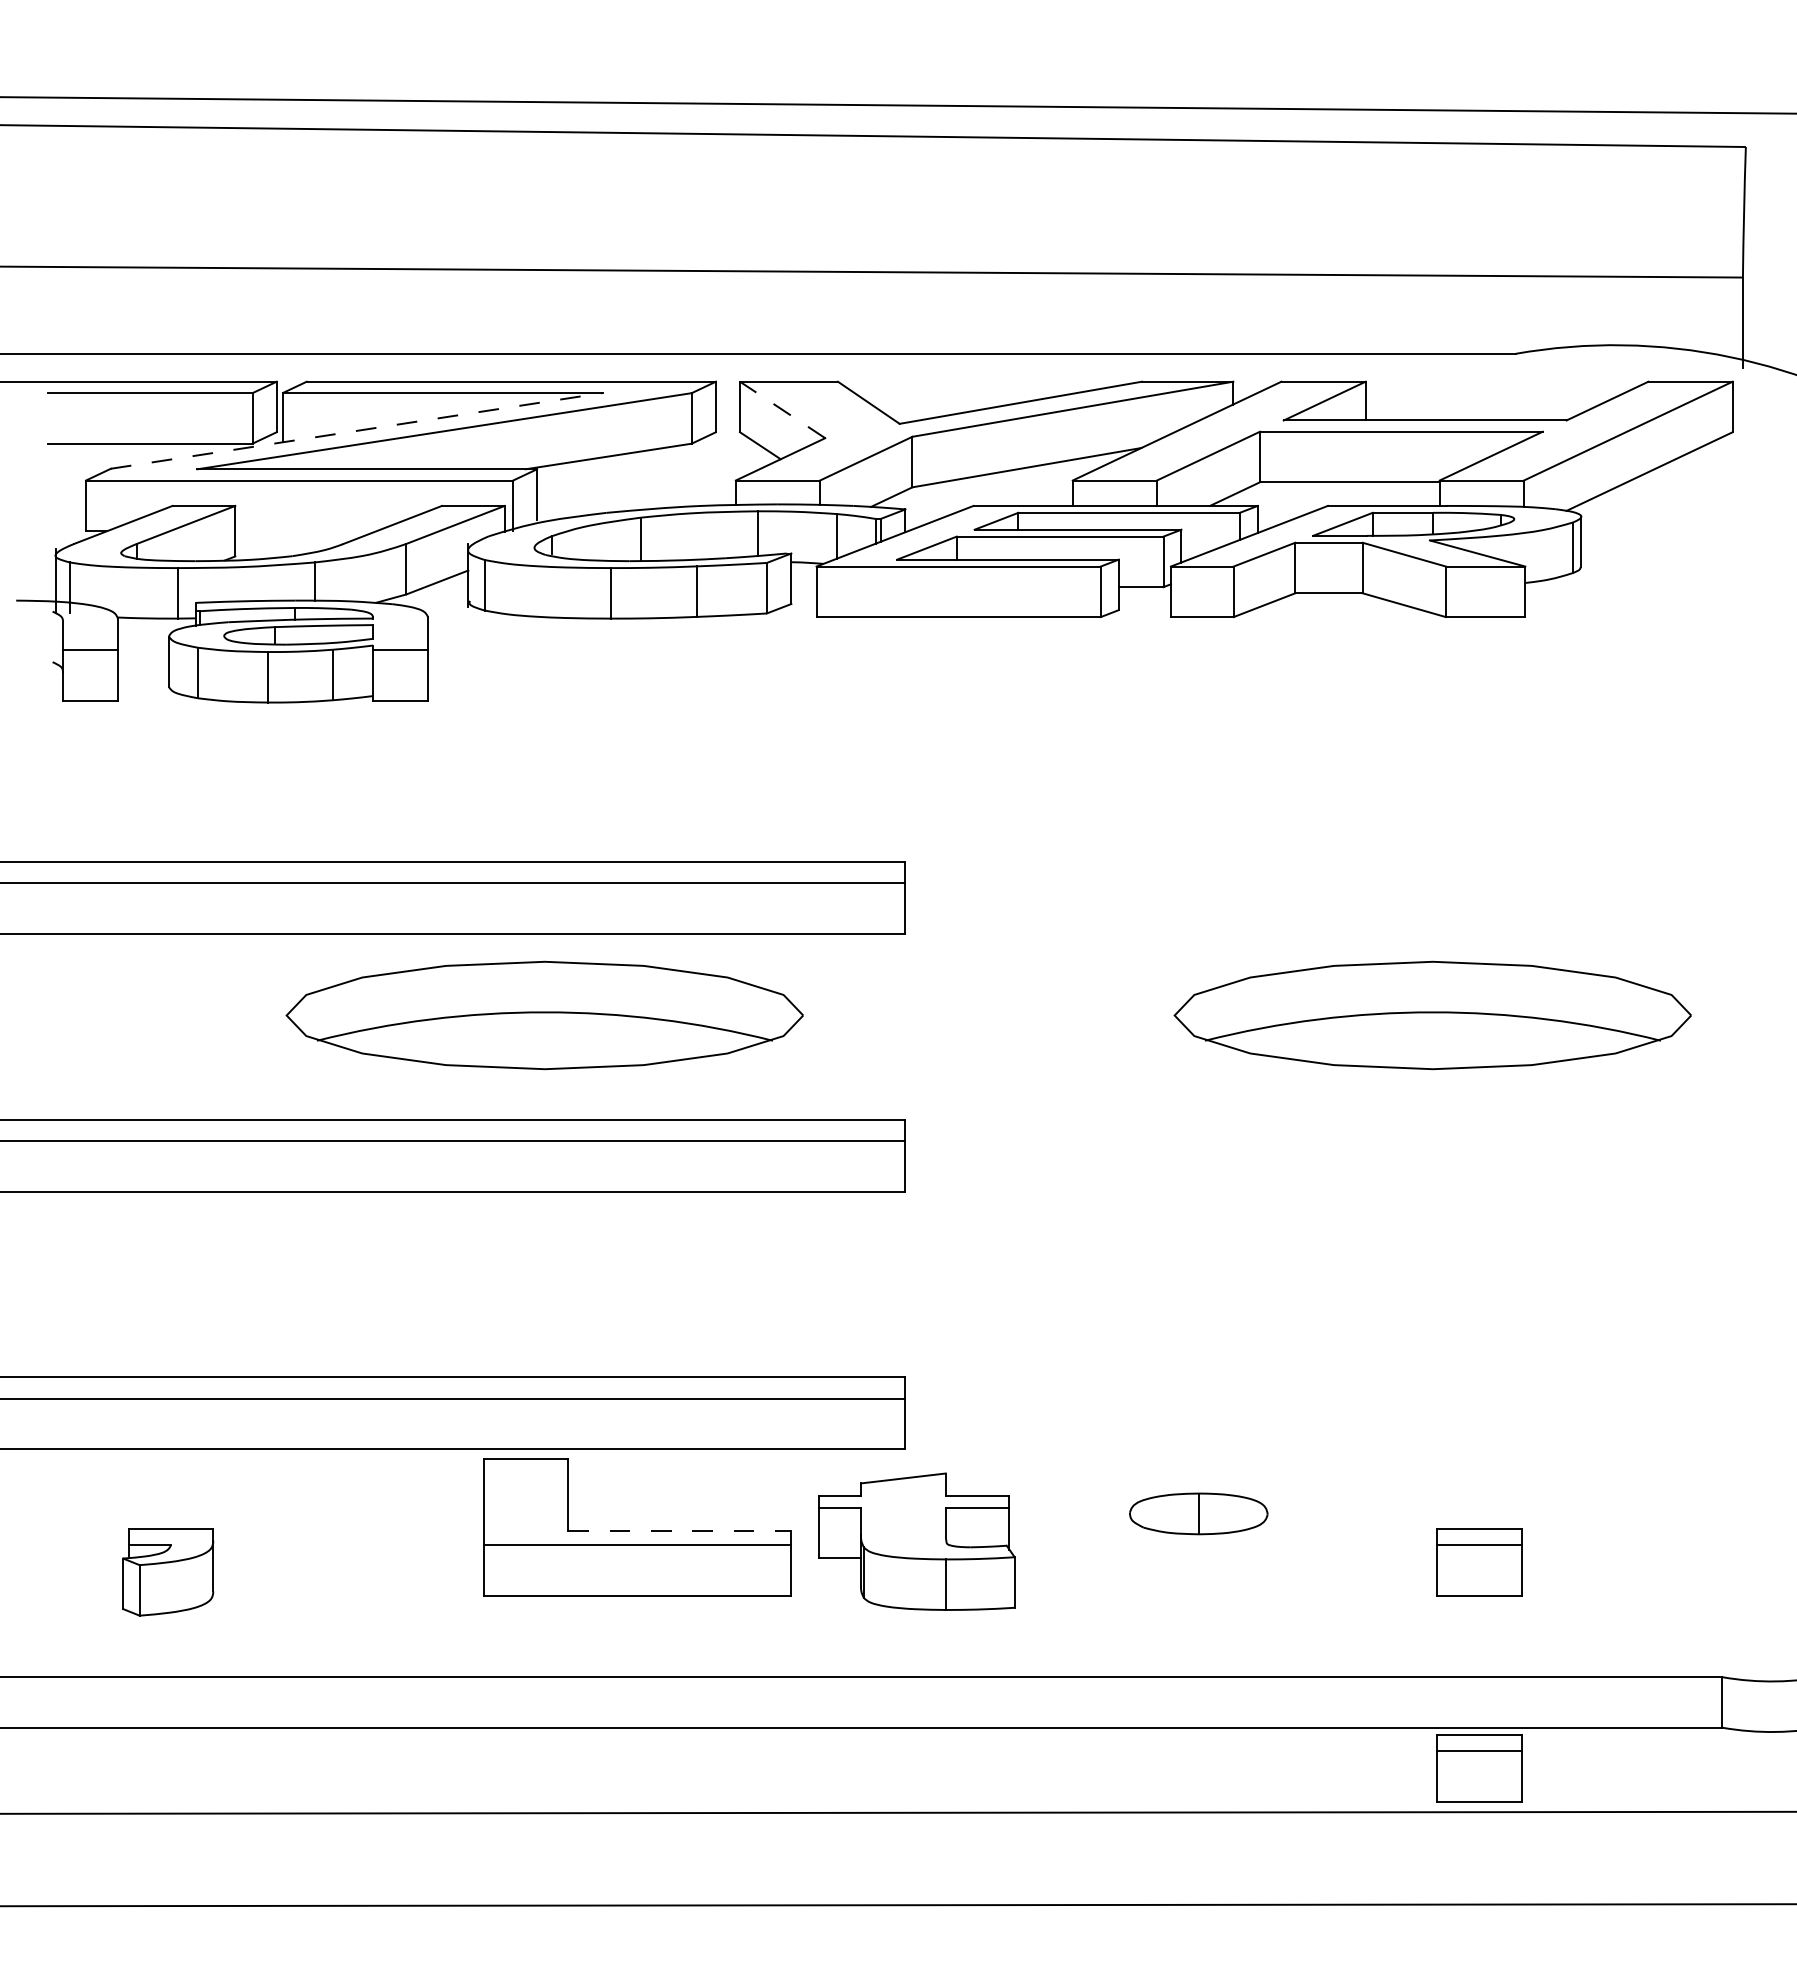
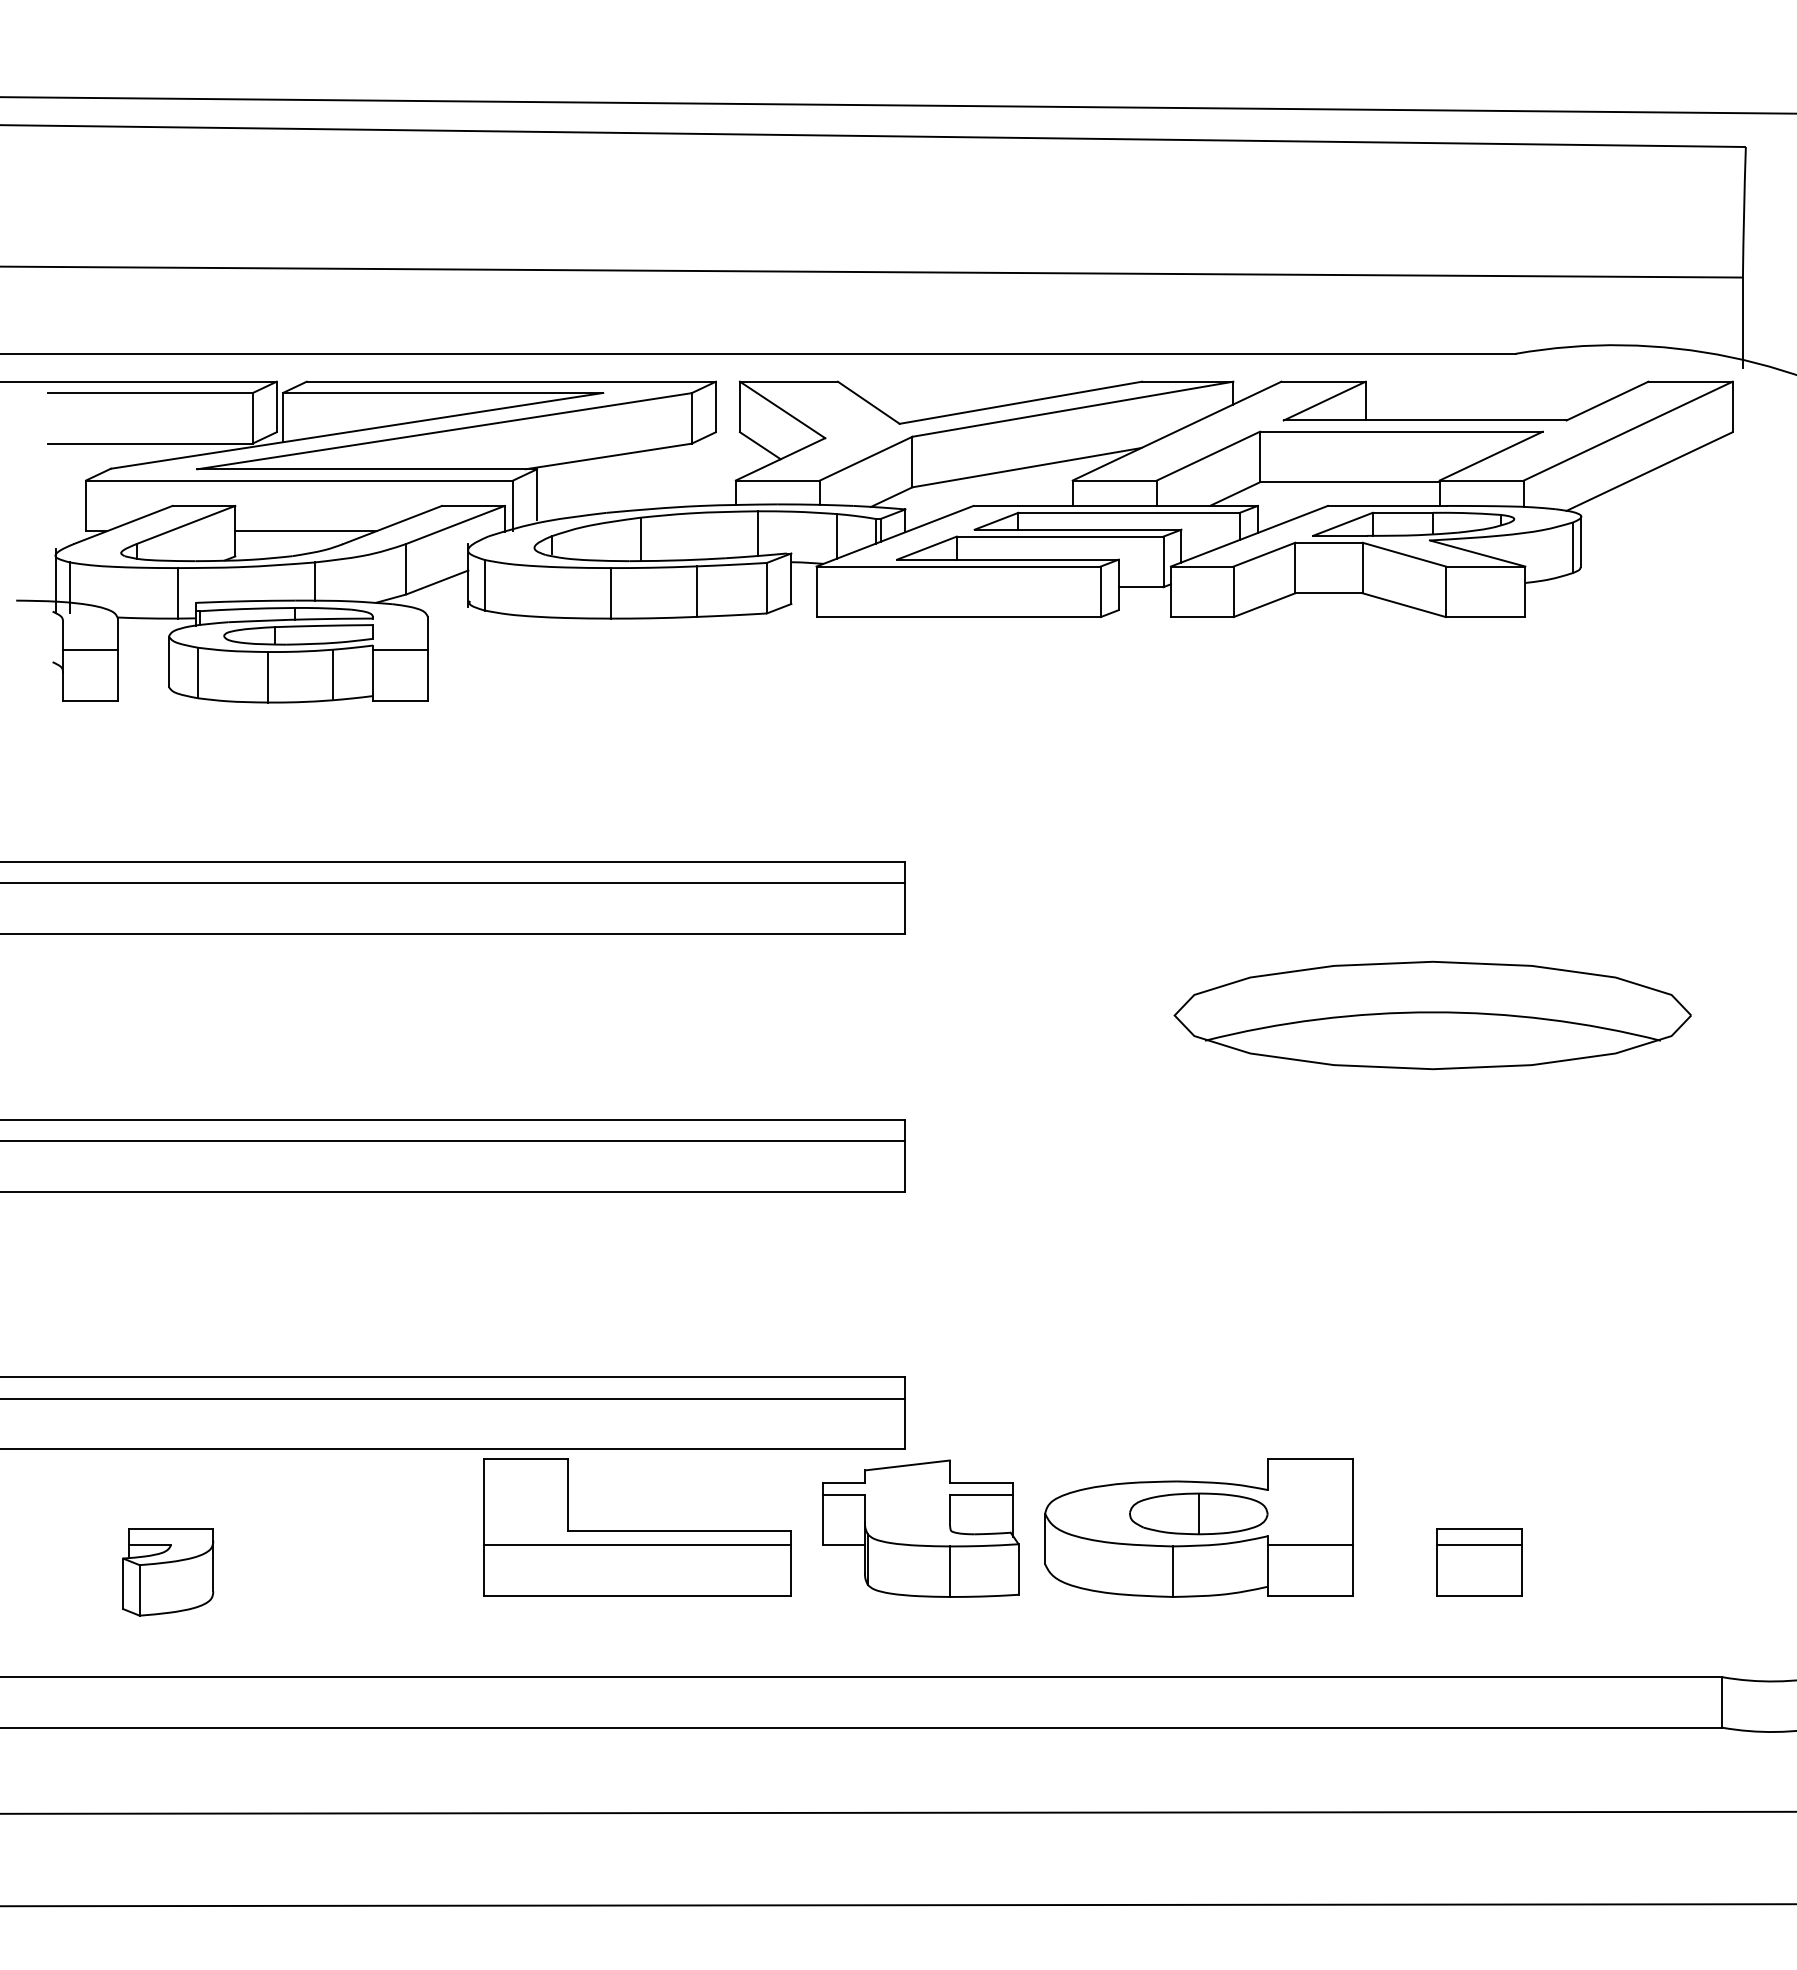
line at (782, 409): dashed -> solid
line at (357, 430): dashed -> solid
line at (305, 531): none -> present
part at (544, 1015): present -> none
part at (1198, 1527): none -> present
line at (680, 1531): dashed -> solid
part at (916, 1541) position: (916, 1541) -> (920, 1528)
part at (1479, 1768): present -> none
